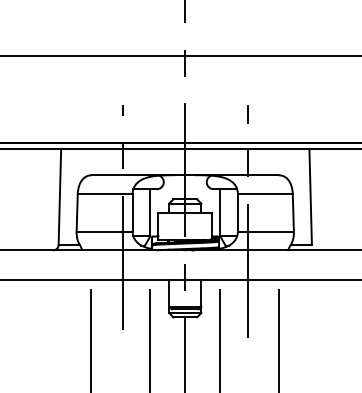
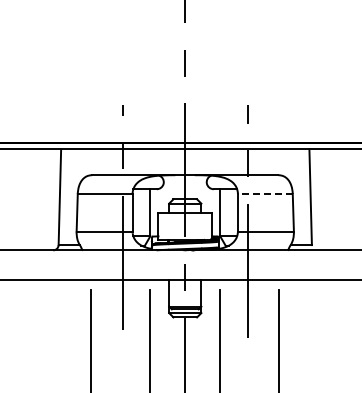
line at (180, 55): present -> none
line at (264, 193): solid -> dashed
